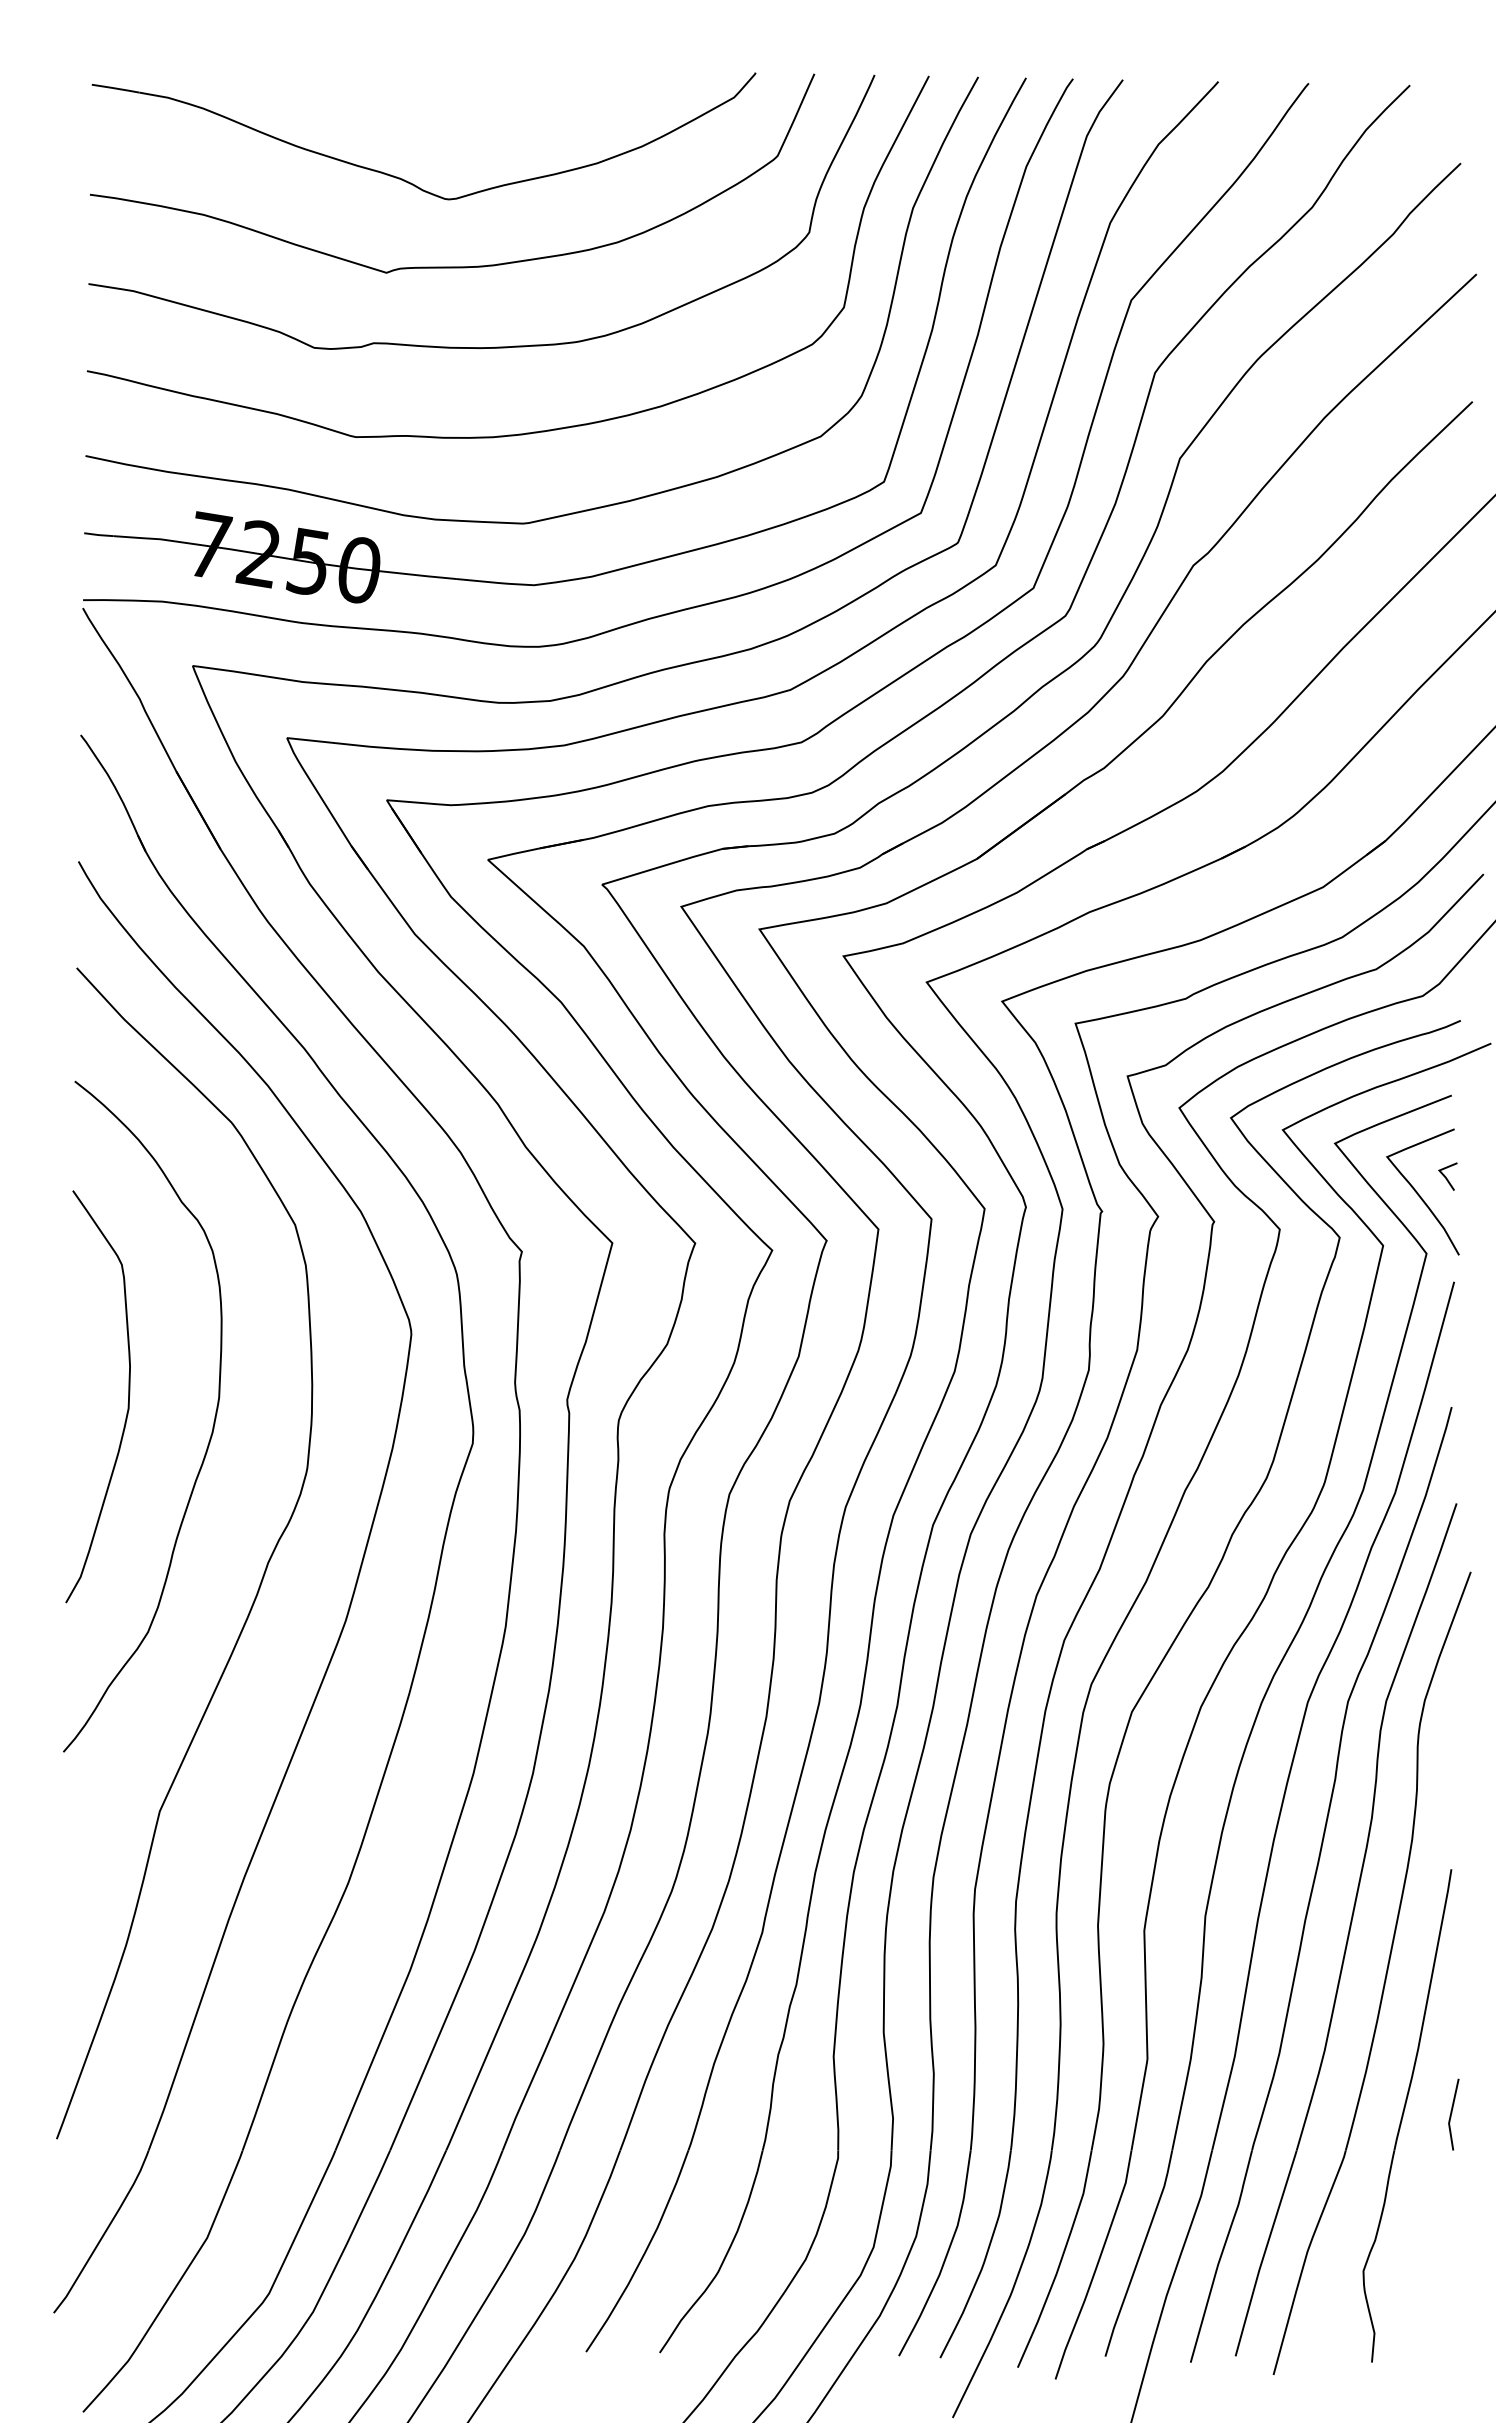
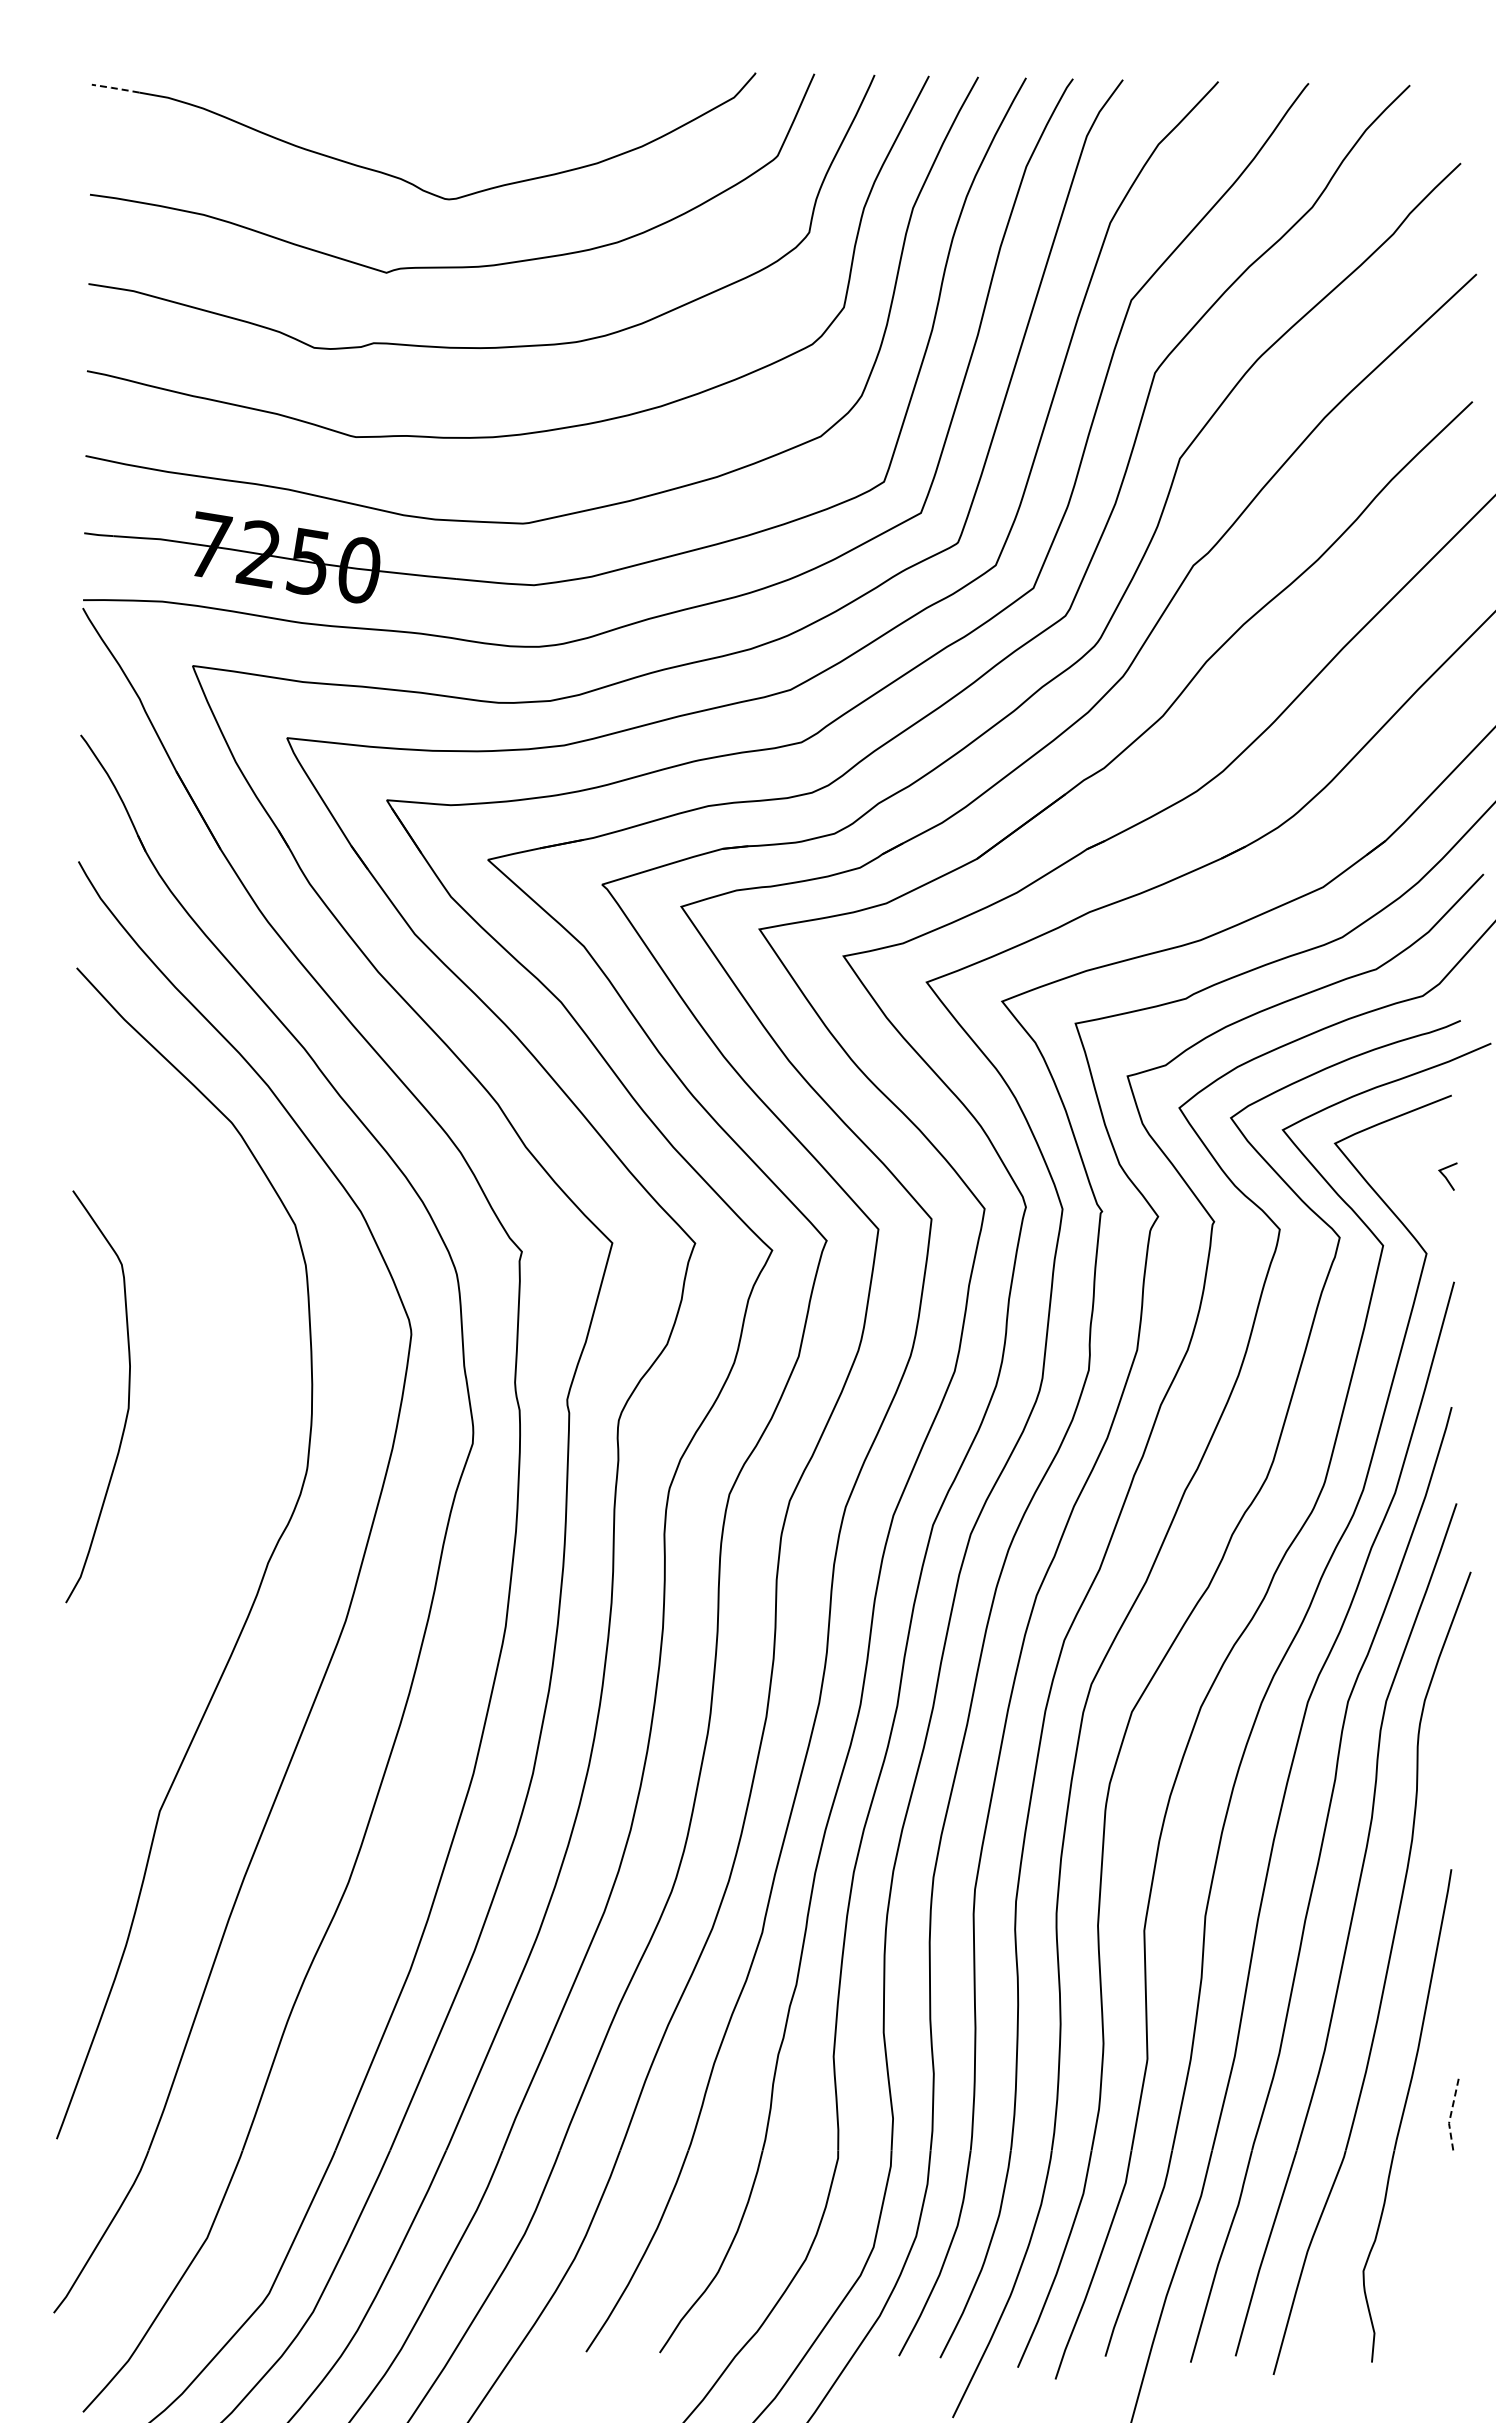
line at (116, 88): solid -> dashed
curve at (1419, 1194): present -> none
curve at (209, 1438): present -> none
line at (1450, 2115): solid -> dashed
